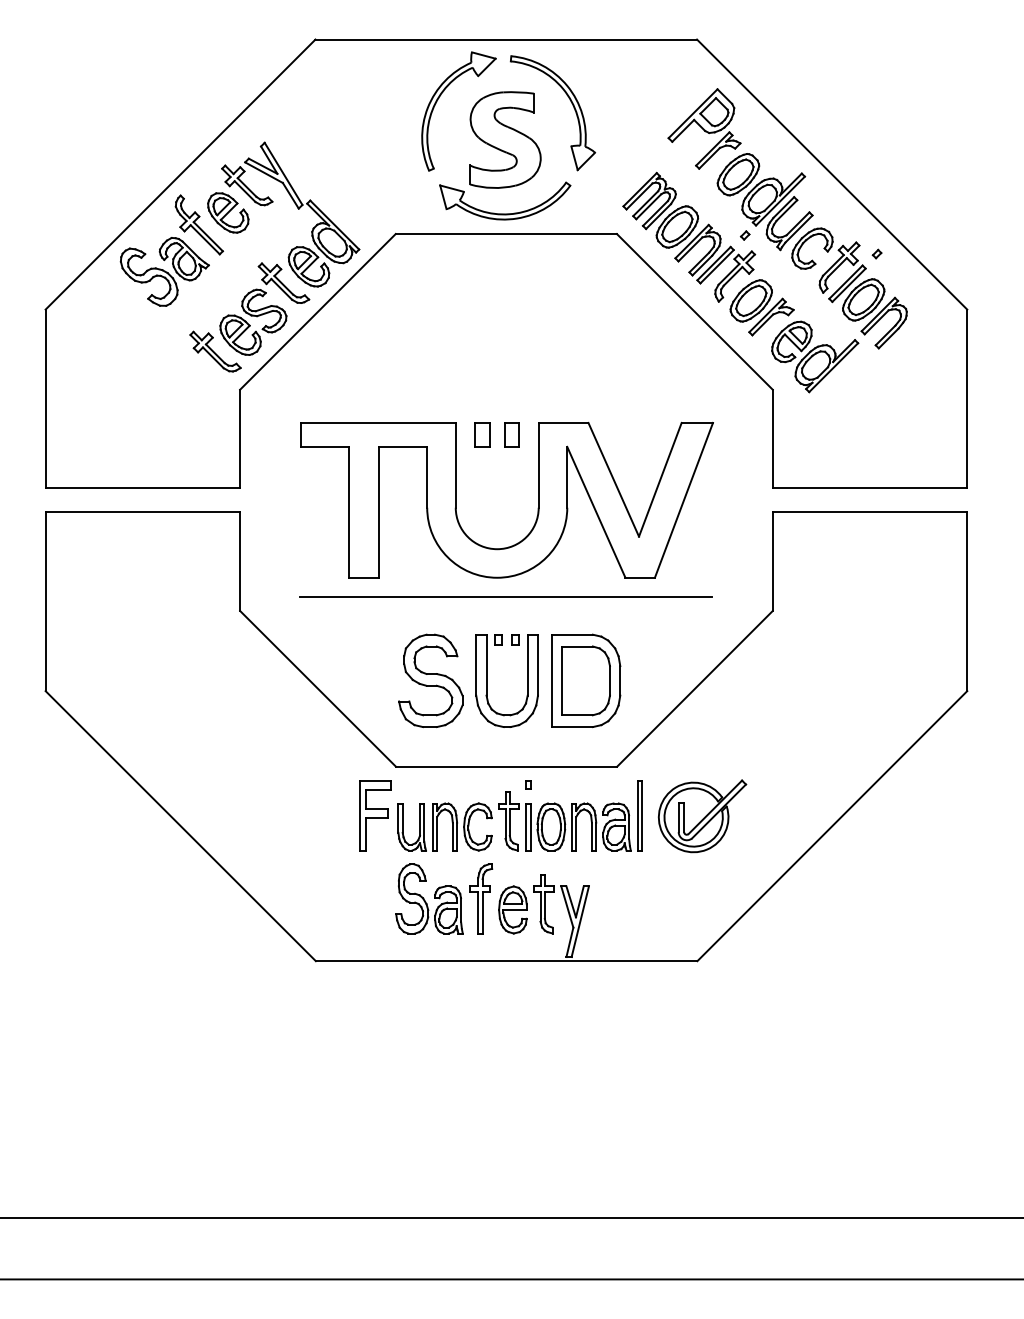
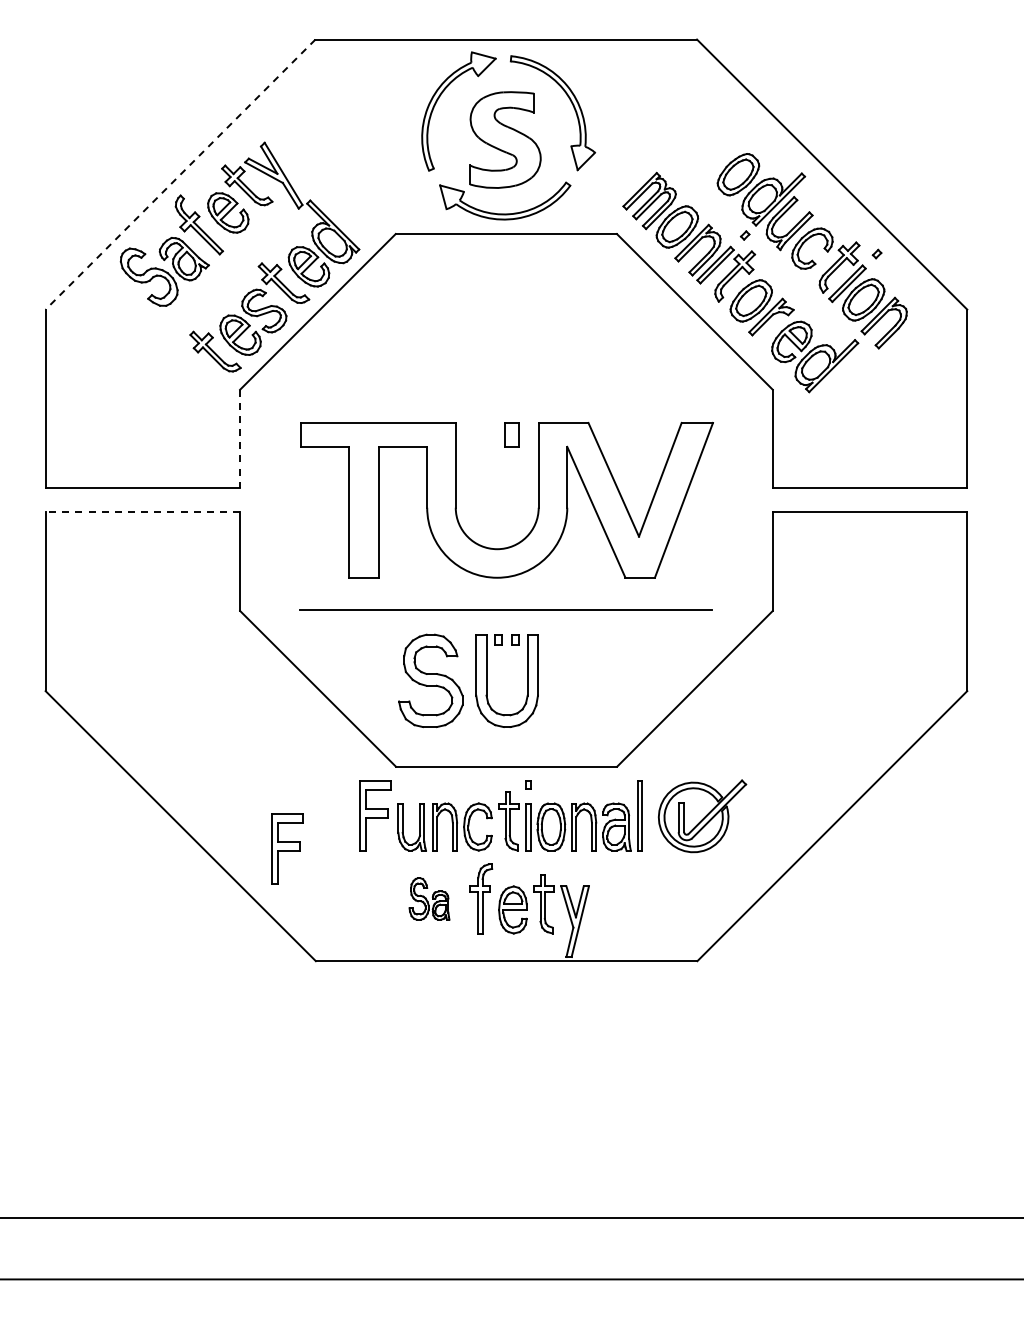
part at (704, 128): present -> none
line at (180, 174): solid -> dashed
part at (482, 434): present -> none
line at (240, 439): solid -> dashed
line at (142, 512): solid -> dashed
line at (505, 596) position: (505, 596) -> (505, 609)
part at (586, 680): present -> none
part at (287, 848): none -> present
part at (429, 898) size: 69x72 px -> 43x44 px
